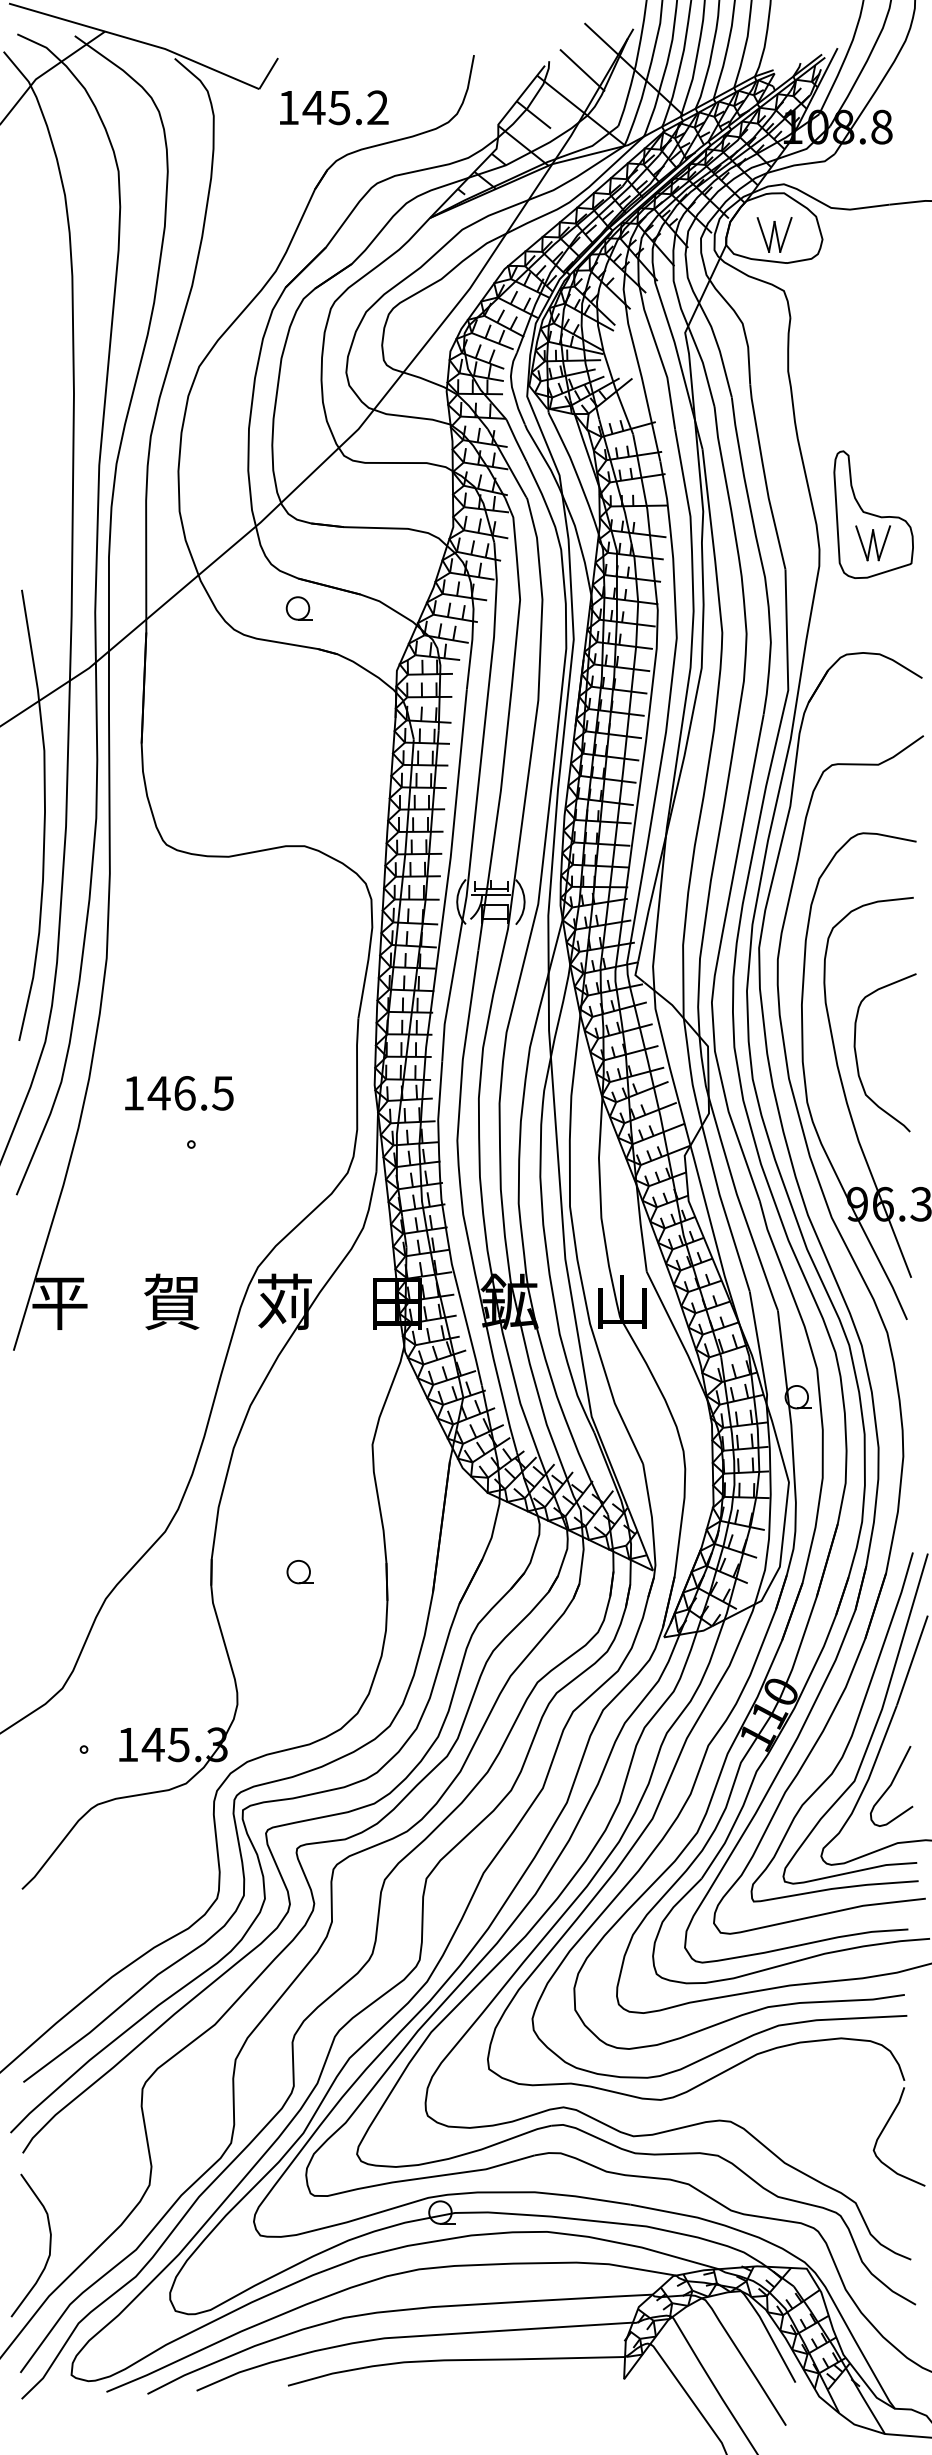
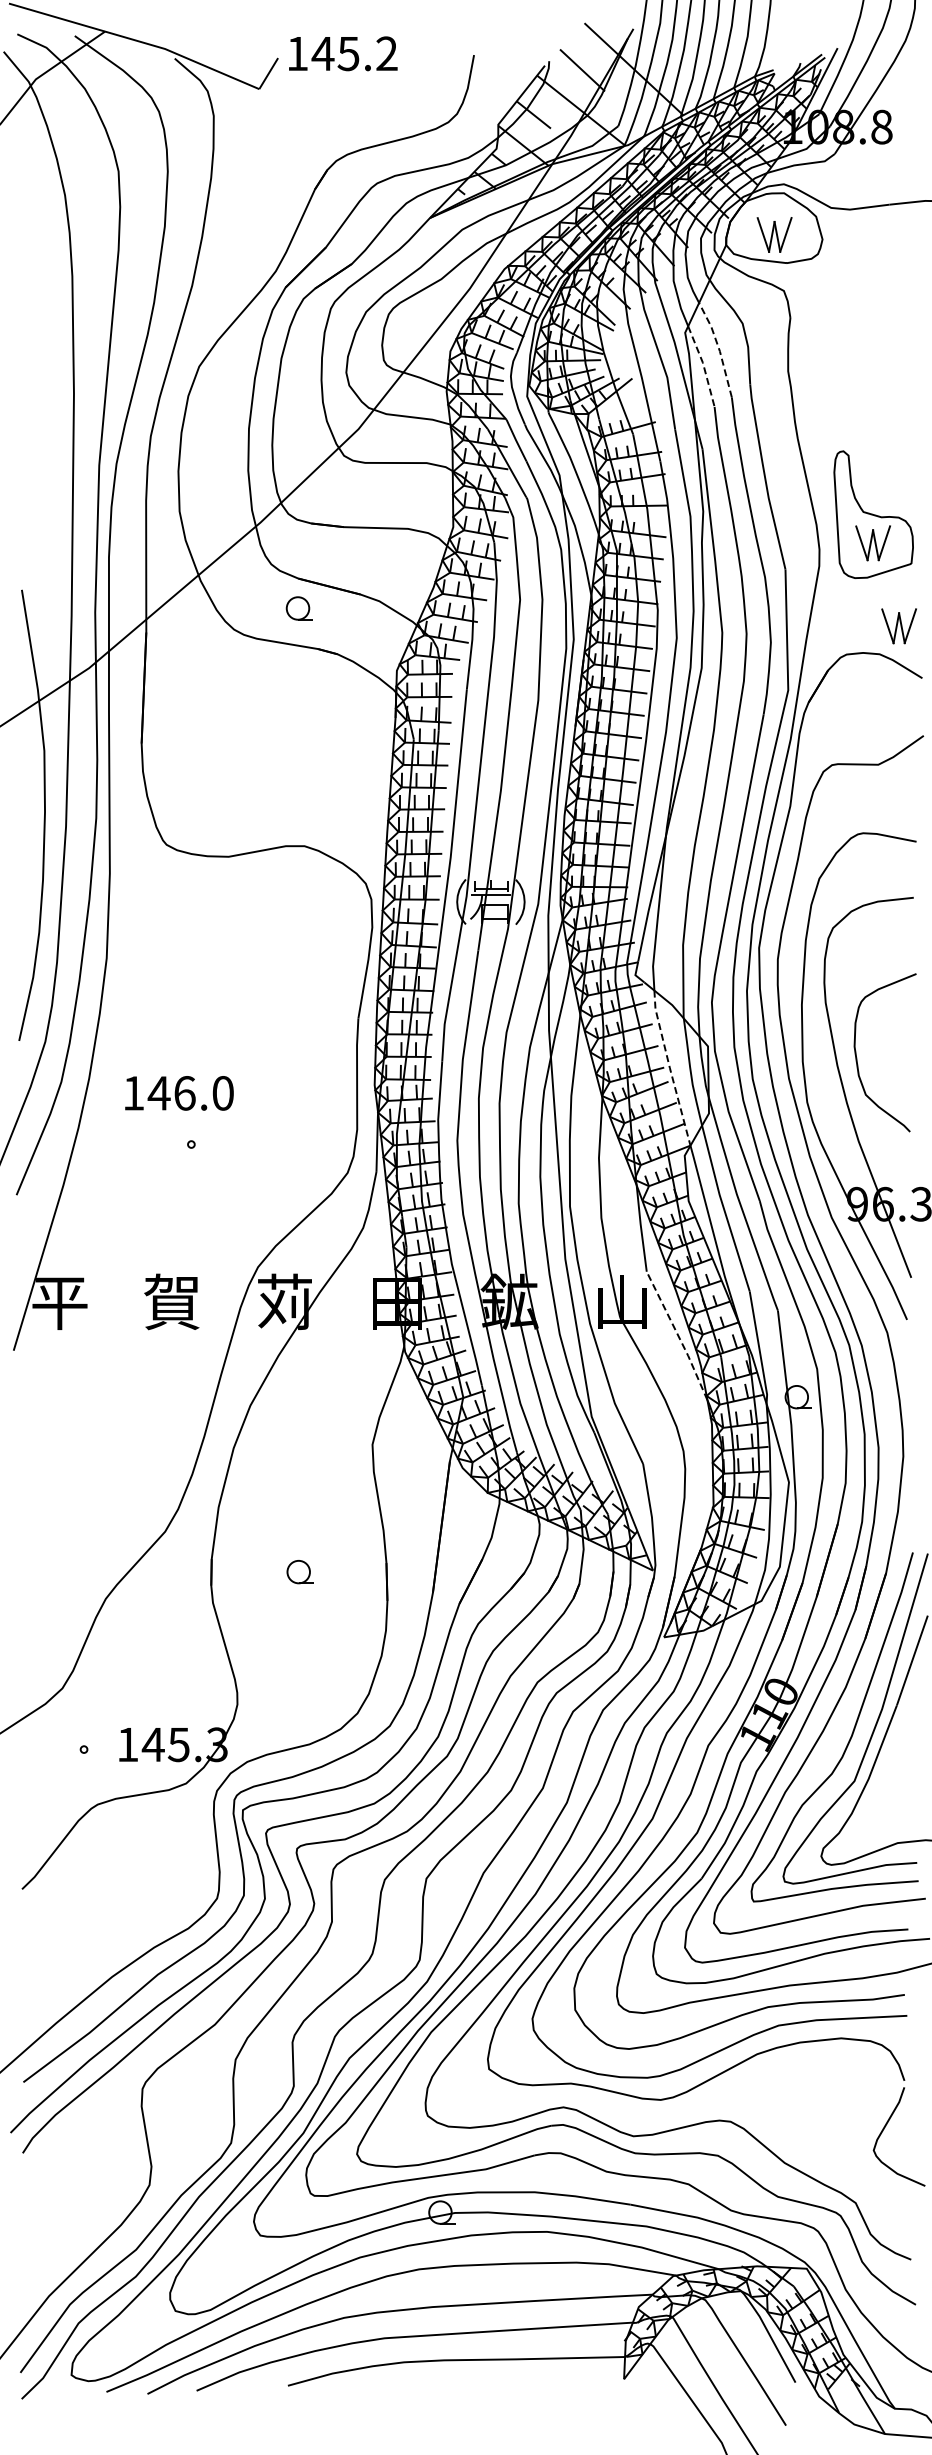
text at (334, 107) position: (334, 107) -> (343, 53)
line at (718, 348): solid -> dashed
line at (703, 365): solid -> dashed
part at (898, 626): none -> present
line at (669, 1068): solid -> dashed
text at (222, 1093): 146.5 -> 146.0
line at (678, 1336): solid -> dashed
curve at (891, 1785): present -> none
curve at (49, 2245): present -> none
